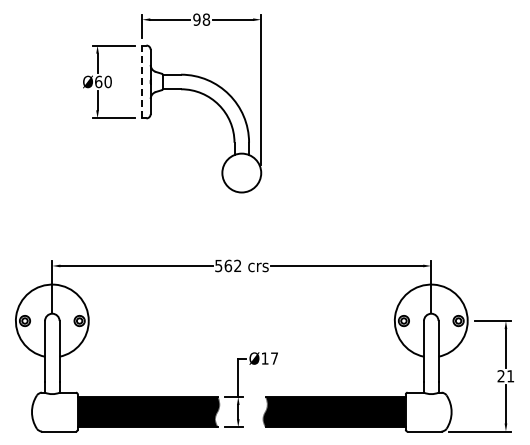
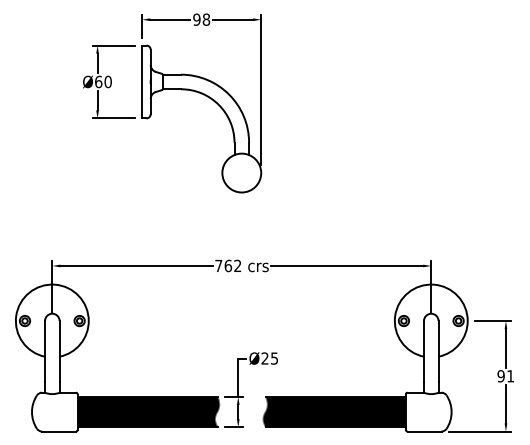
line at (142, 81): dashed -> solid
text at (218, 266): 562 -> 762
text at (269, 358): Ø17 -> Ø25
text at (500, 376): 21 -> 91
